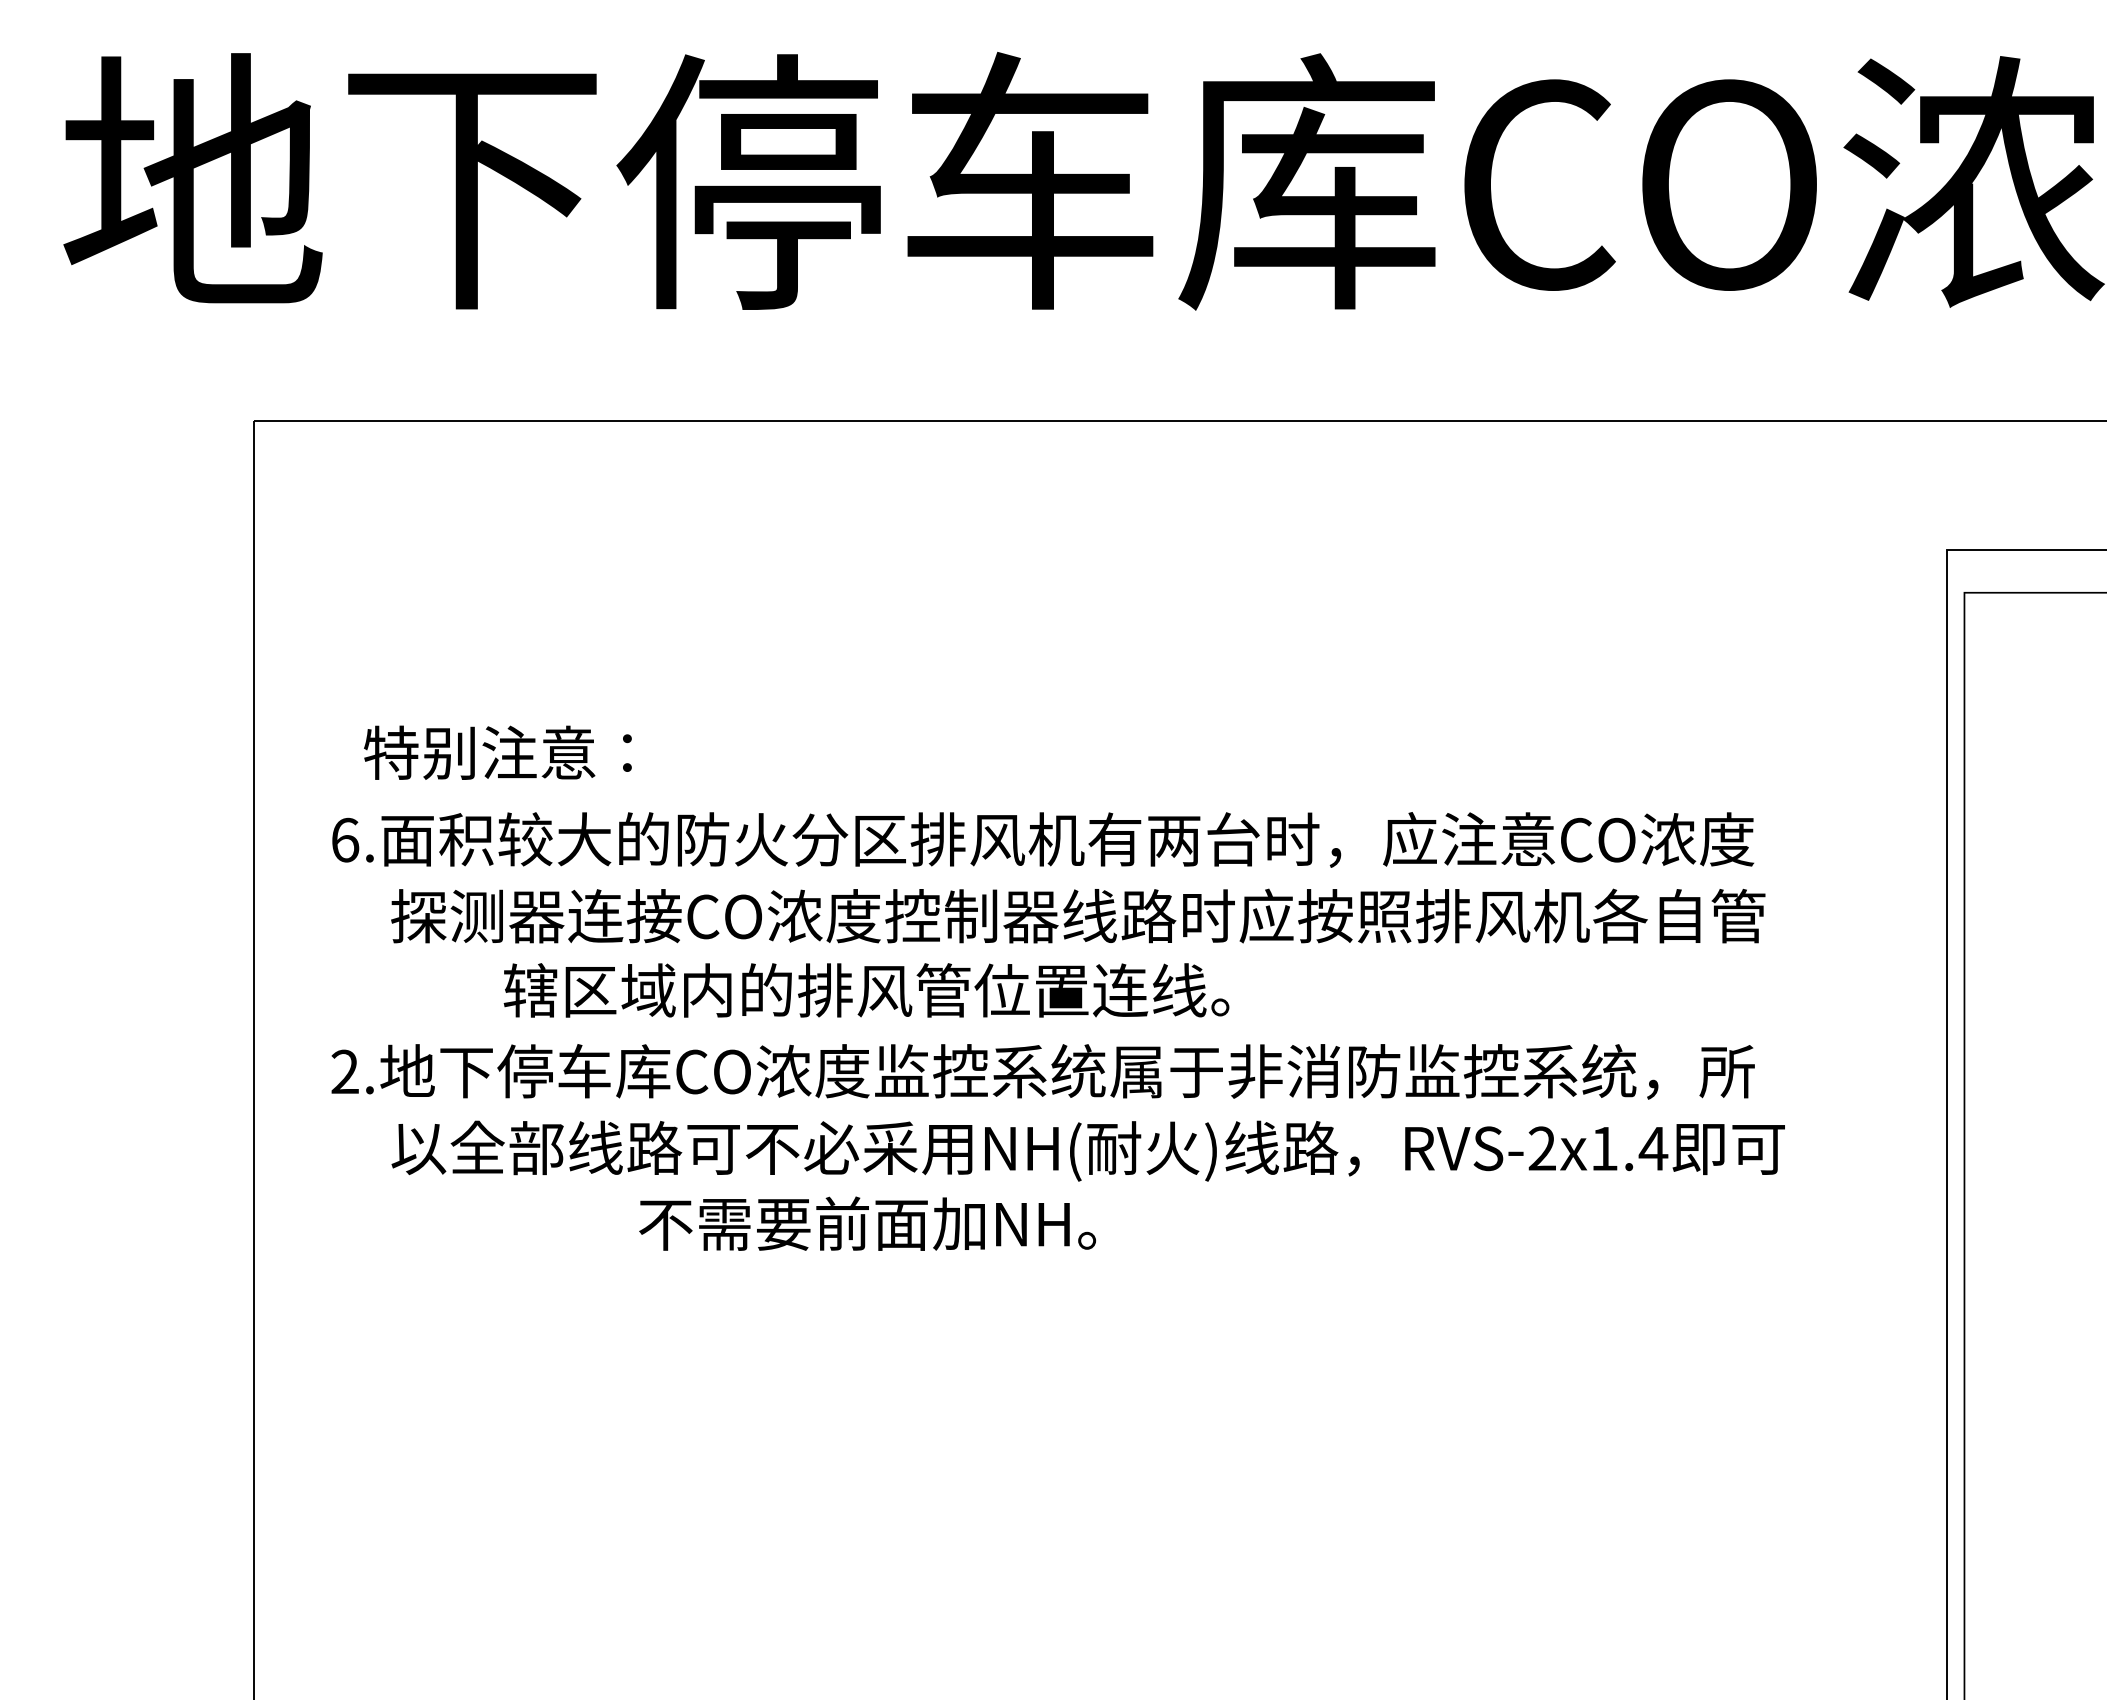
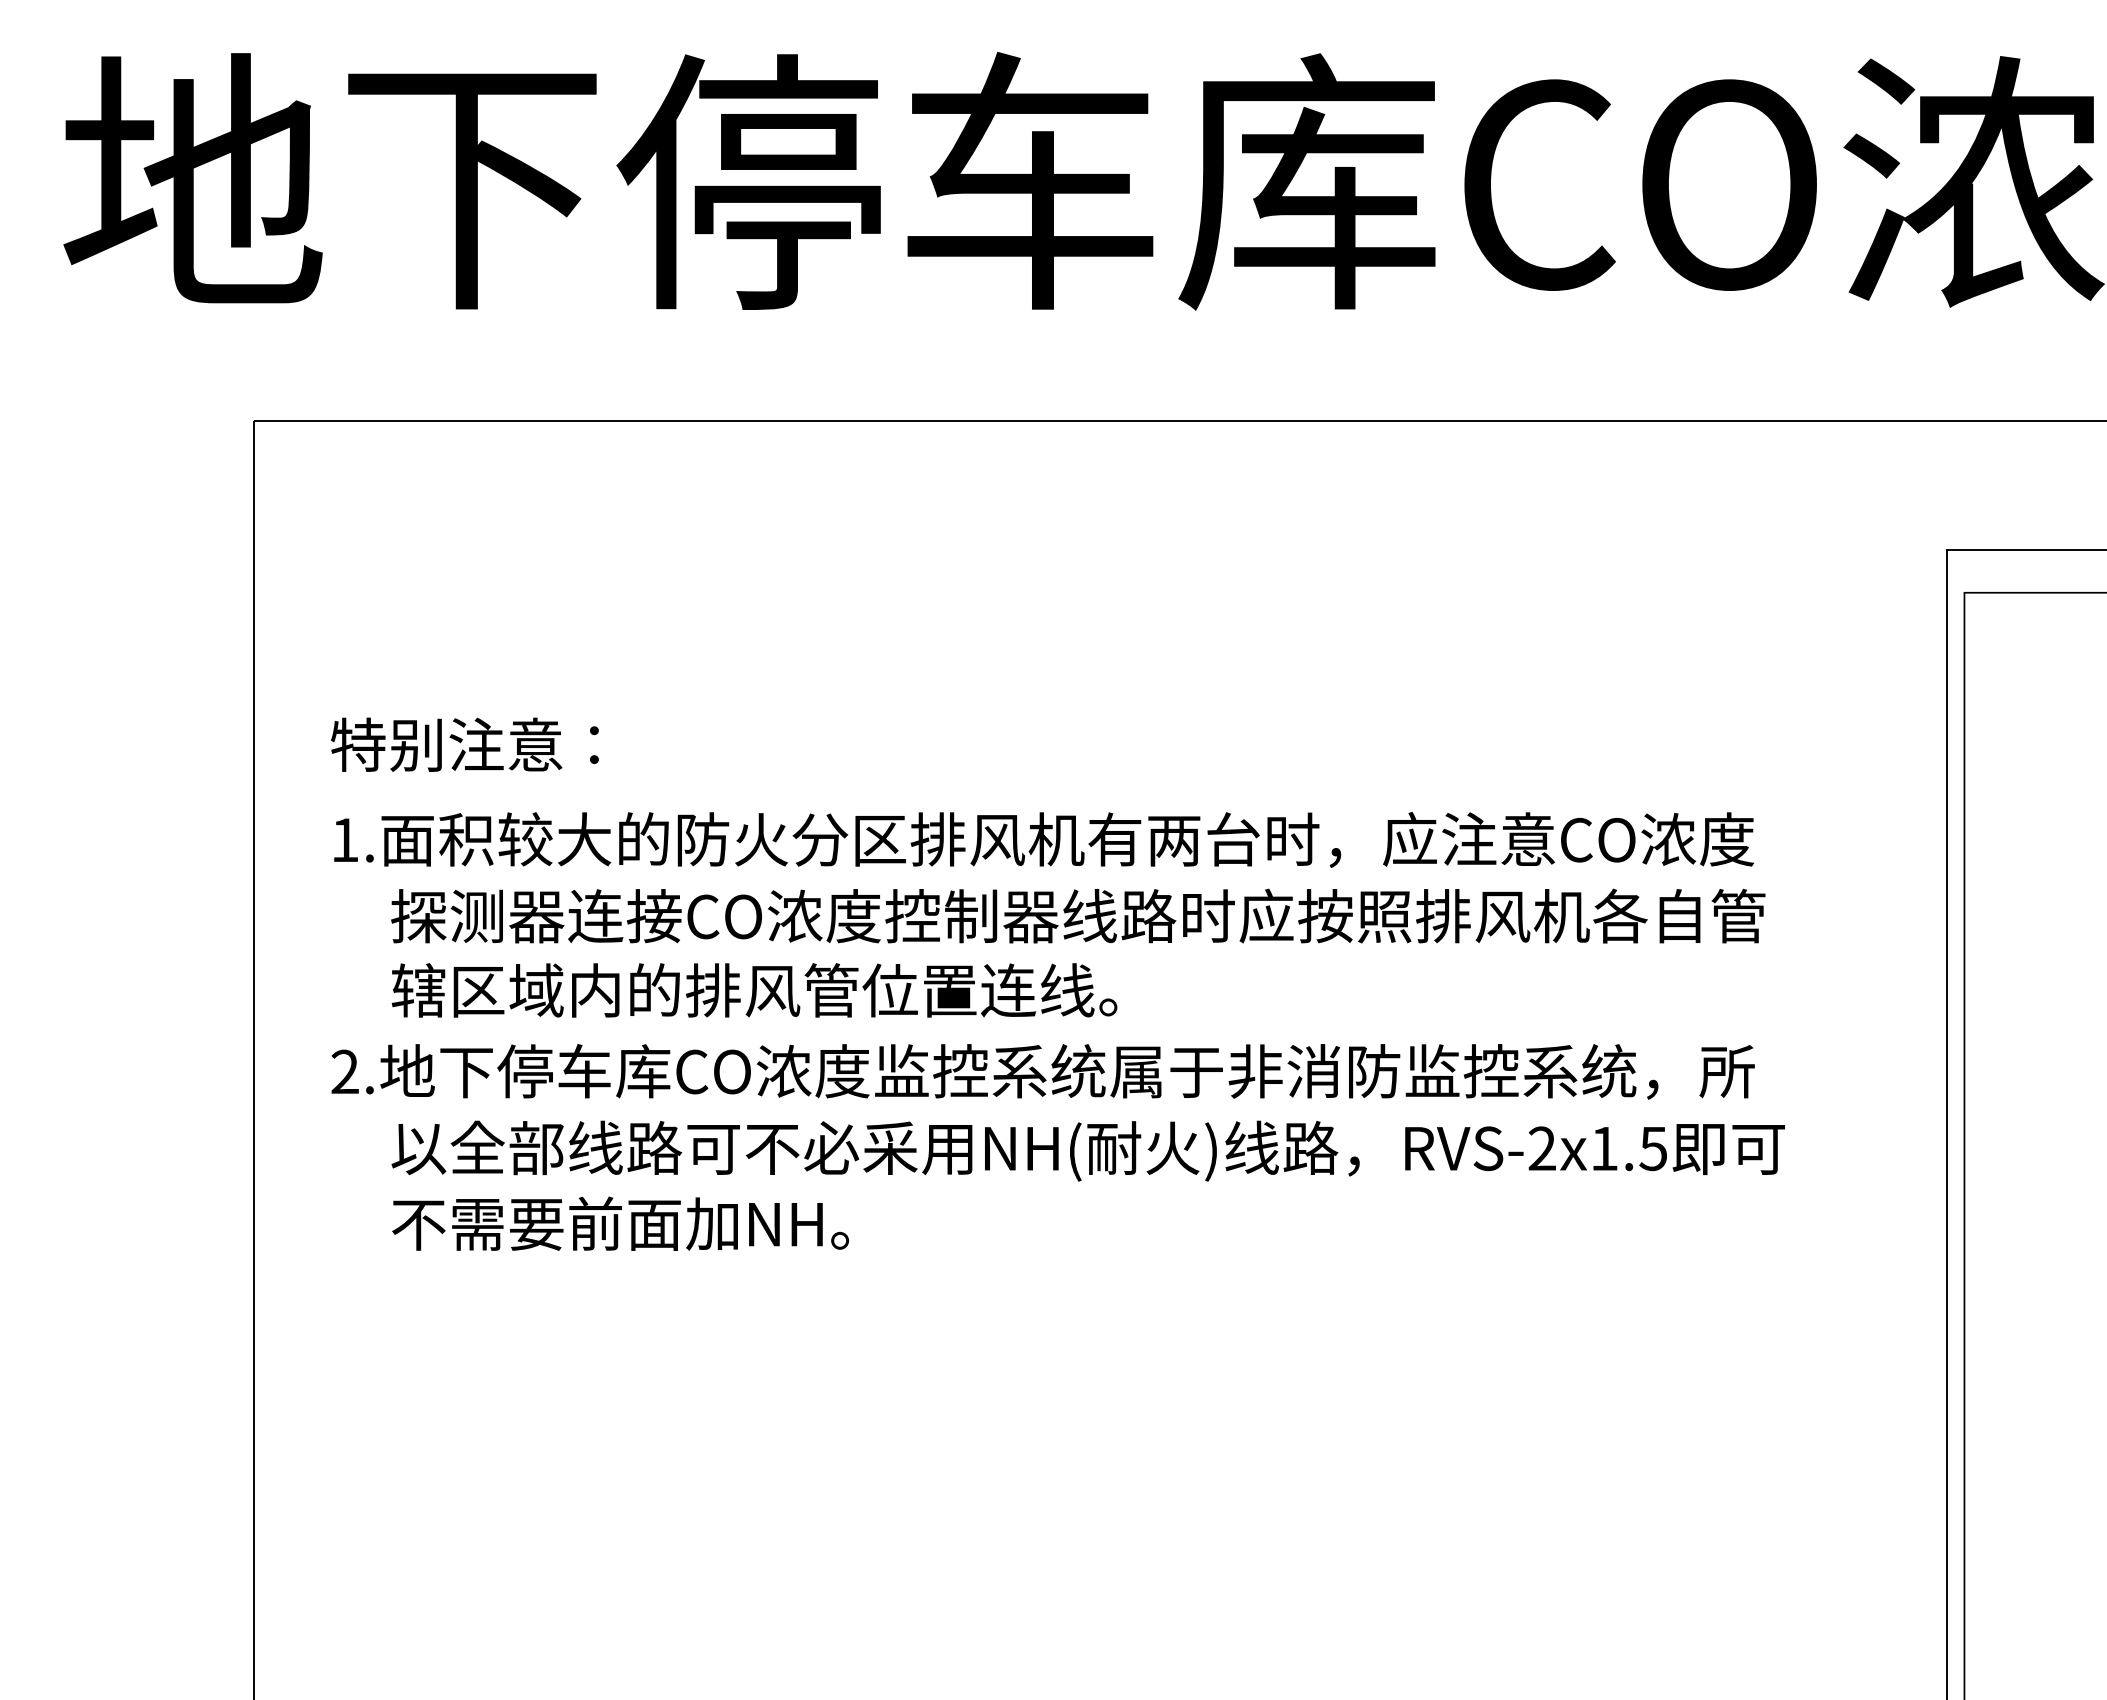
text at (497, 752) position: (497, 752) -> (464, 744)
text at (345, 839): 6. -> 1.
text at (866, 990) position: (866, 990) -> (754, 990)
text at (1653, 1149): RVS-2x1.4 -> RVS-2x1.5
text at (867, 1223) position: (867, 1223) -> (620, 1223)
